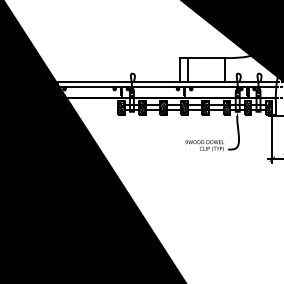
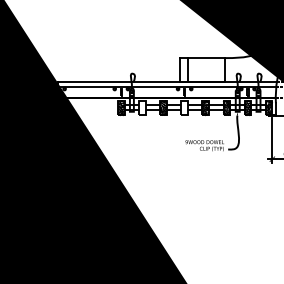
hatch at (142, 107): present -> none
hatch at (184, 107): present -> none
